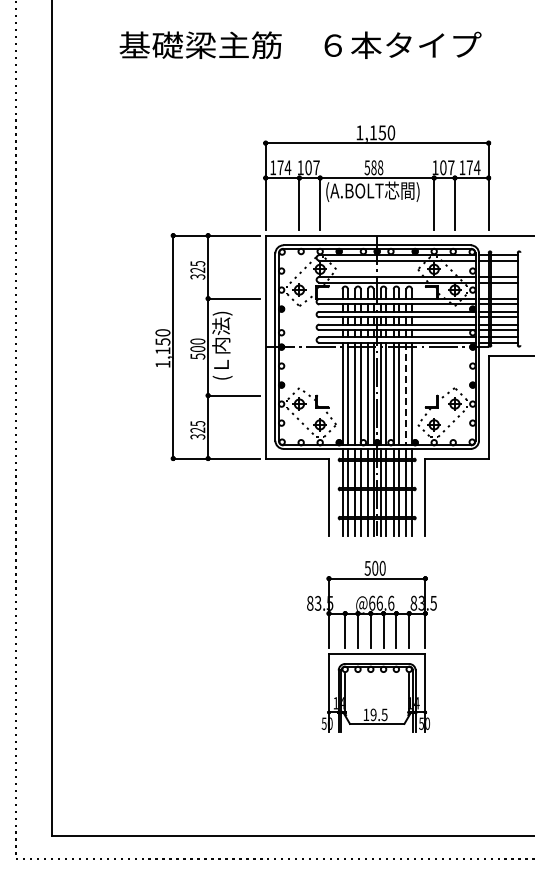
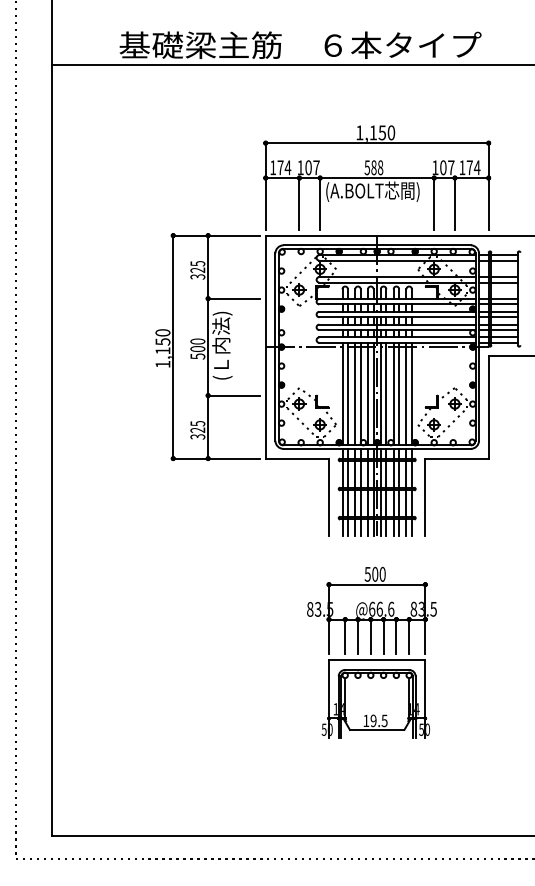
line at (291, 65): none -> present
line at (406, 394): dashed -> solid
part at (371, 646) position: (371, 646) -> (371, 652)
